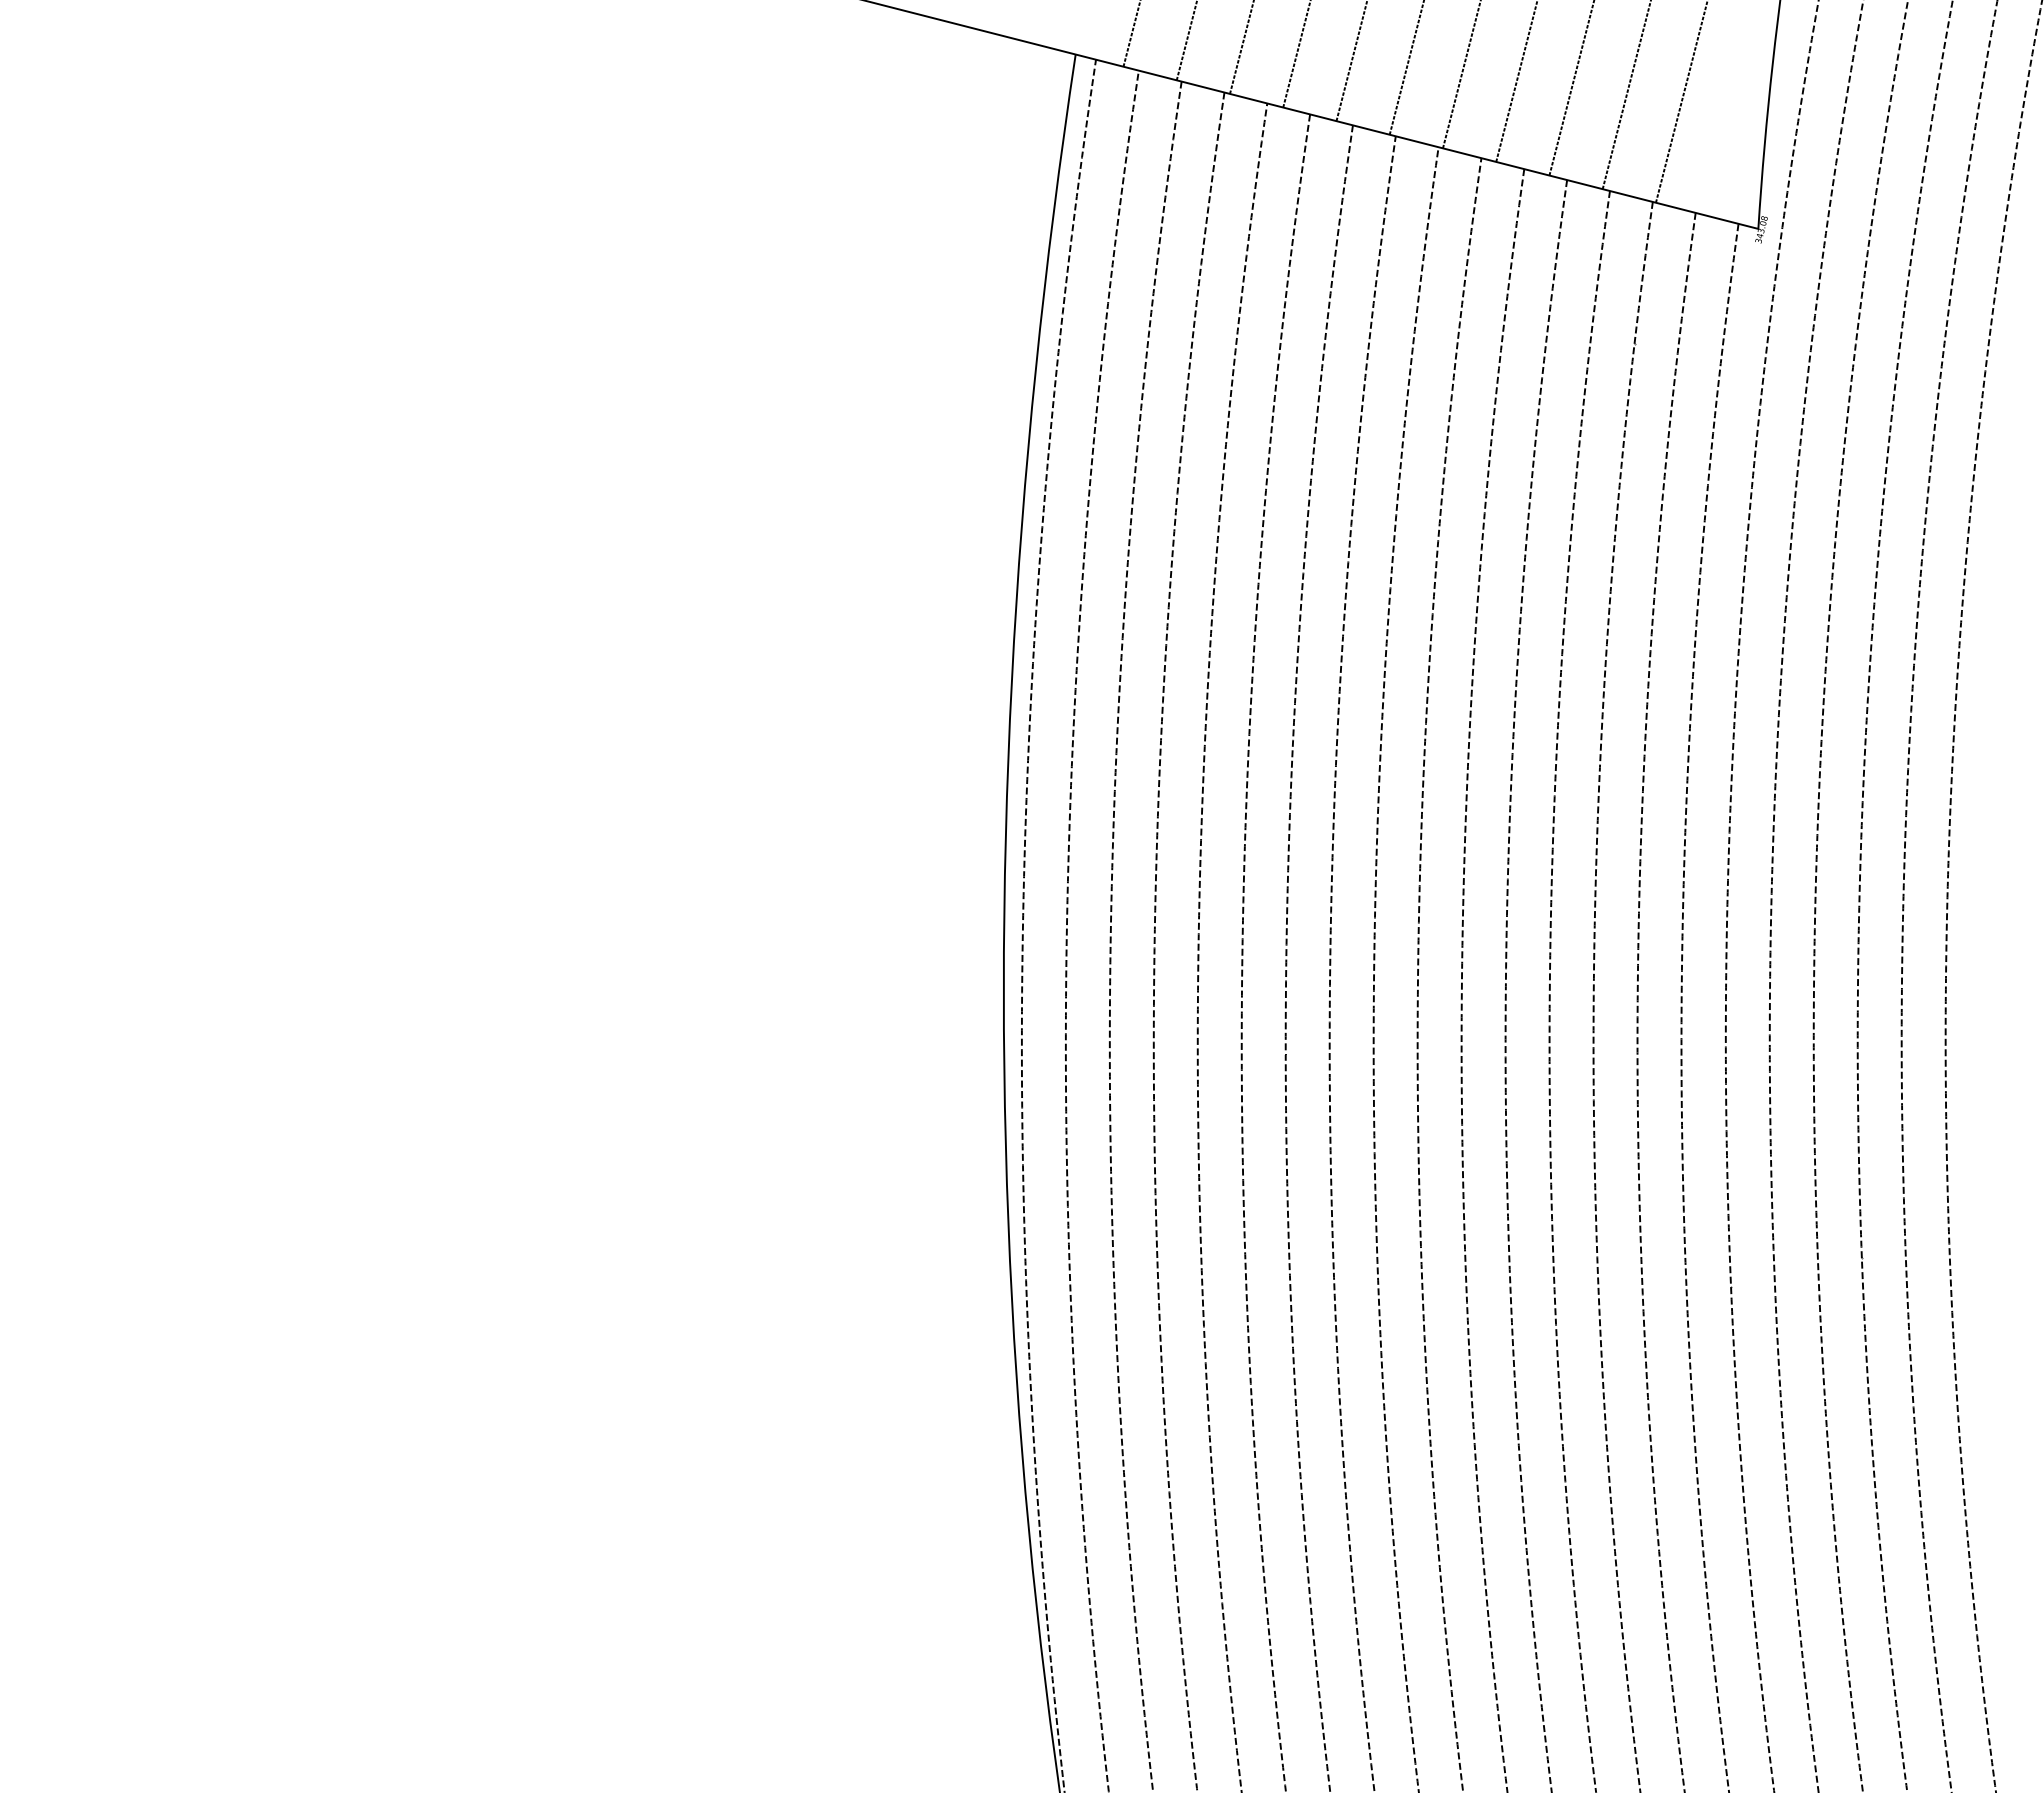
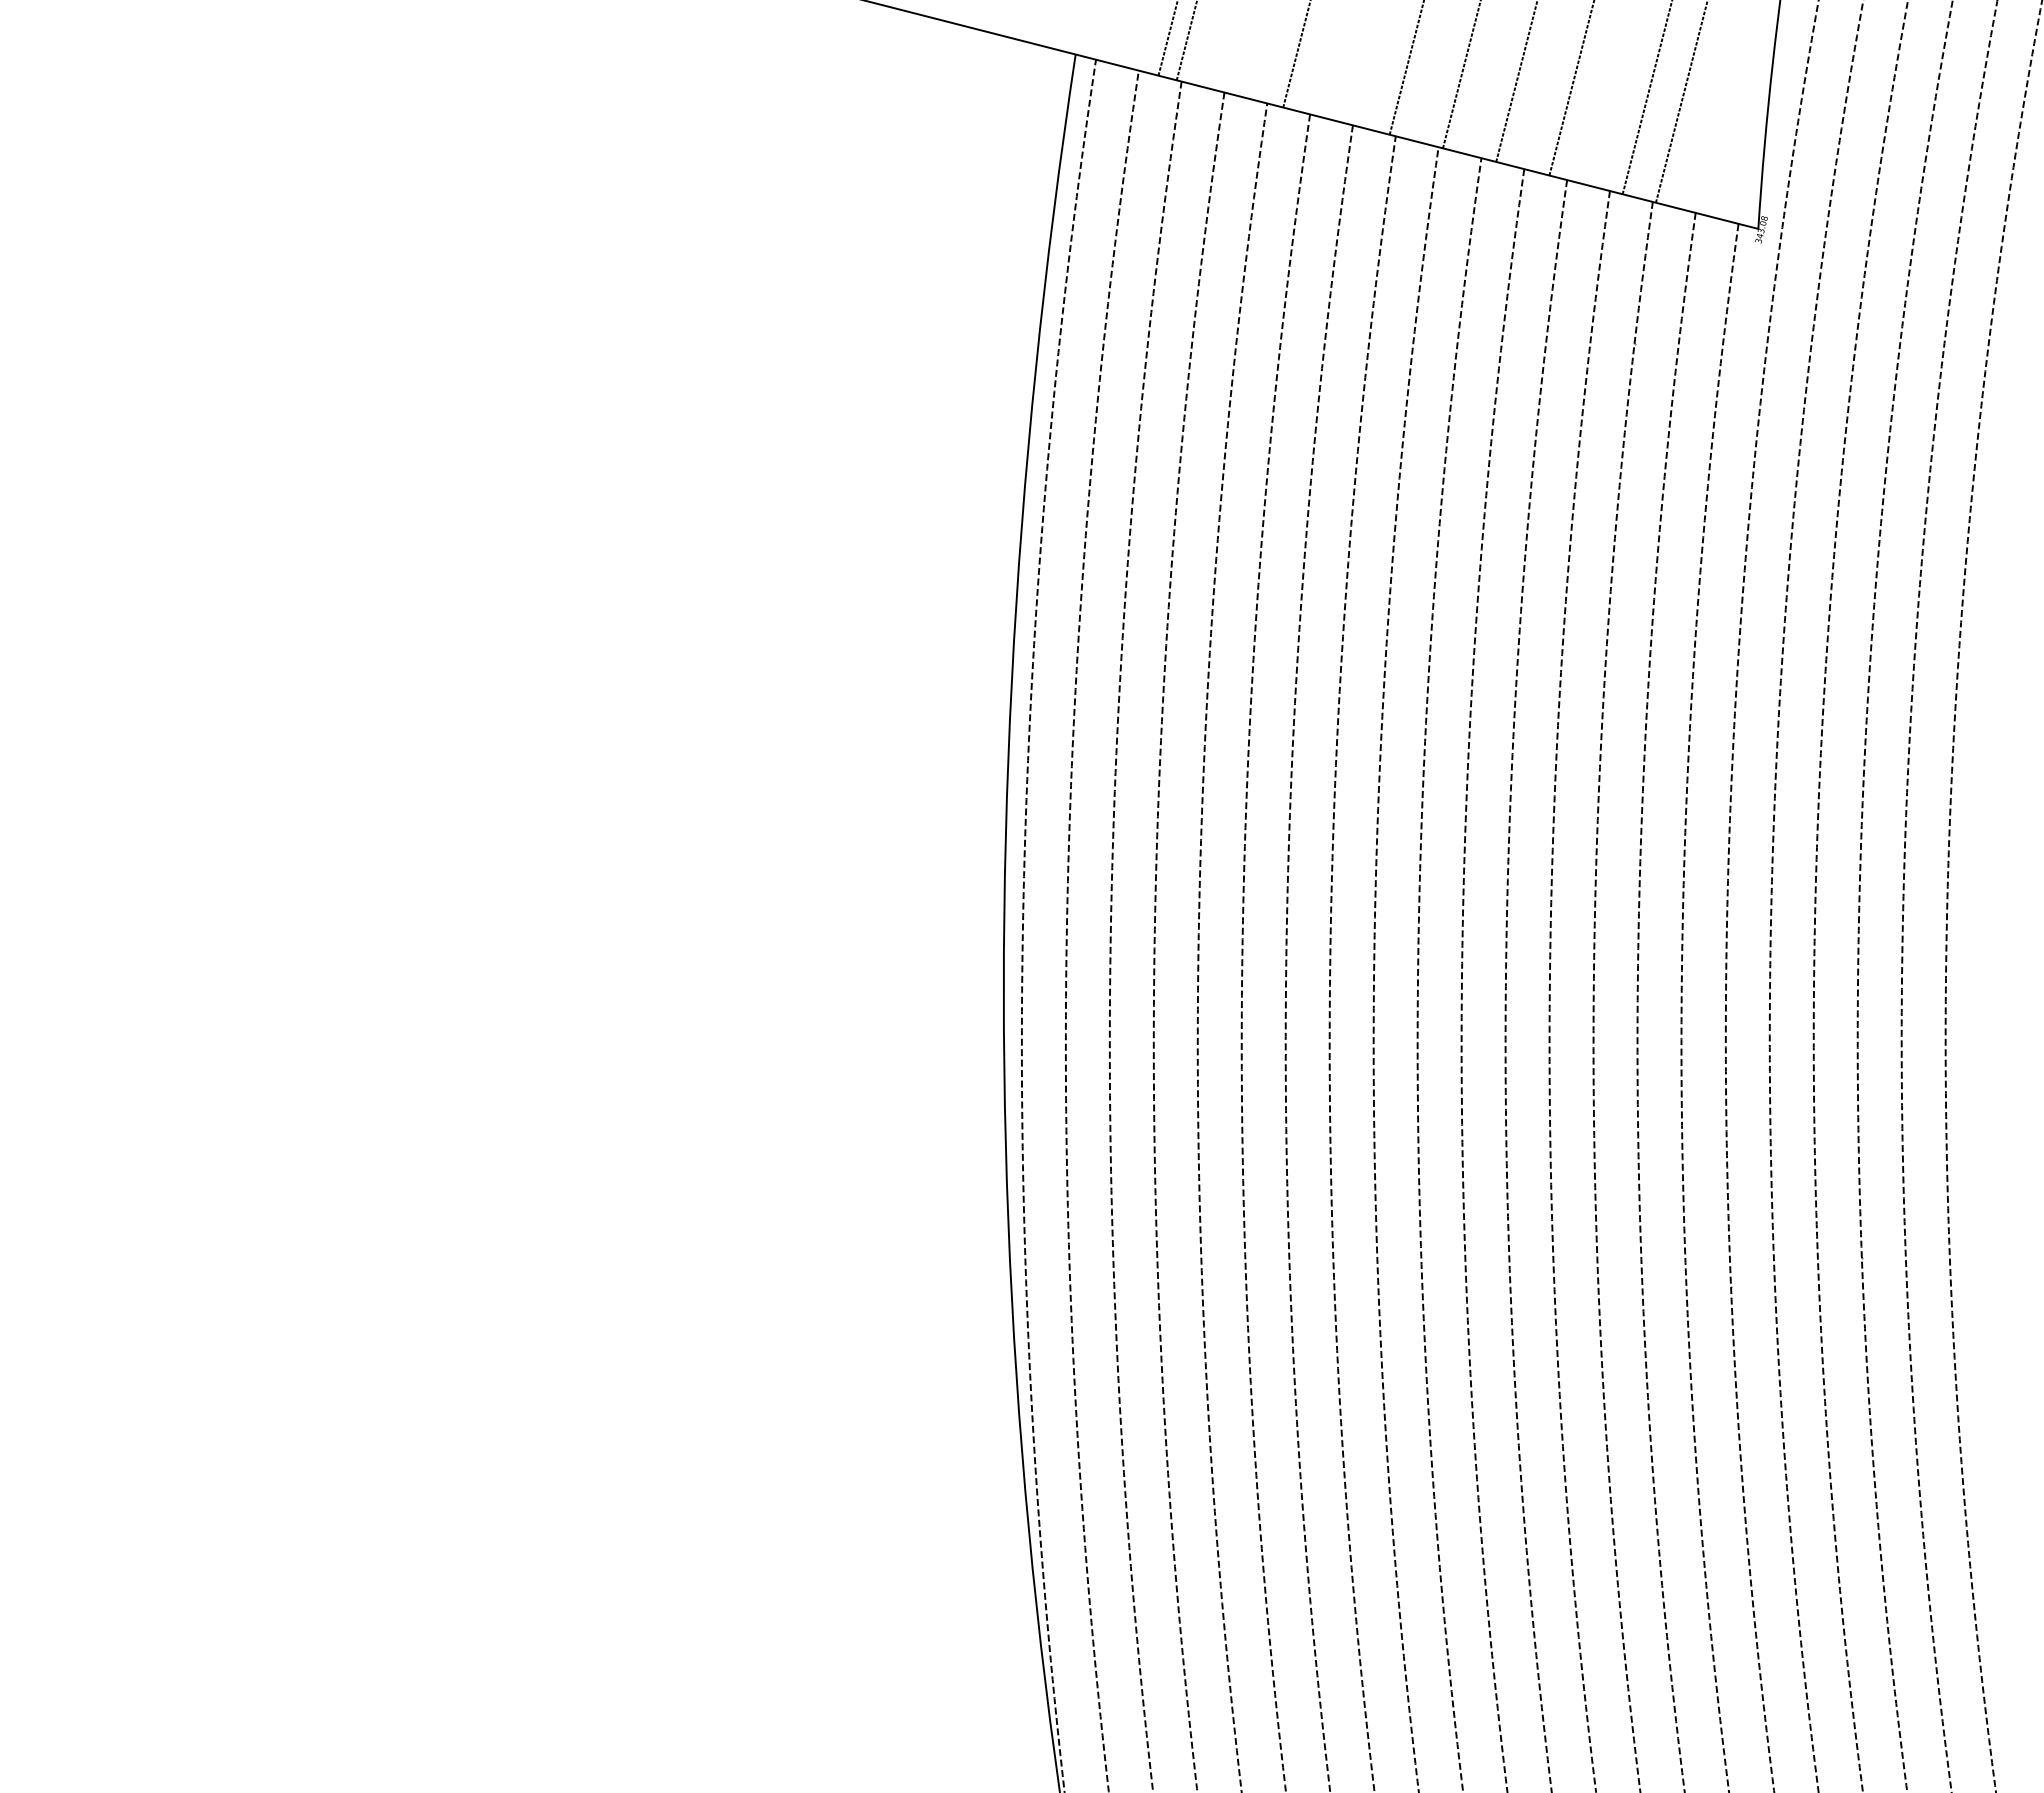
line at (1131, 34) position: (1131, 34) -> (1167, 38)
line at (1241, 47): present -> none
line at (1351, 61): present -> none
line at (1626, 95) position: (1626, 95) -> (1646, 98)
